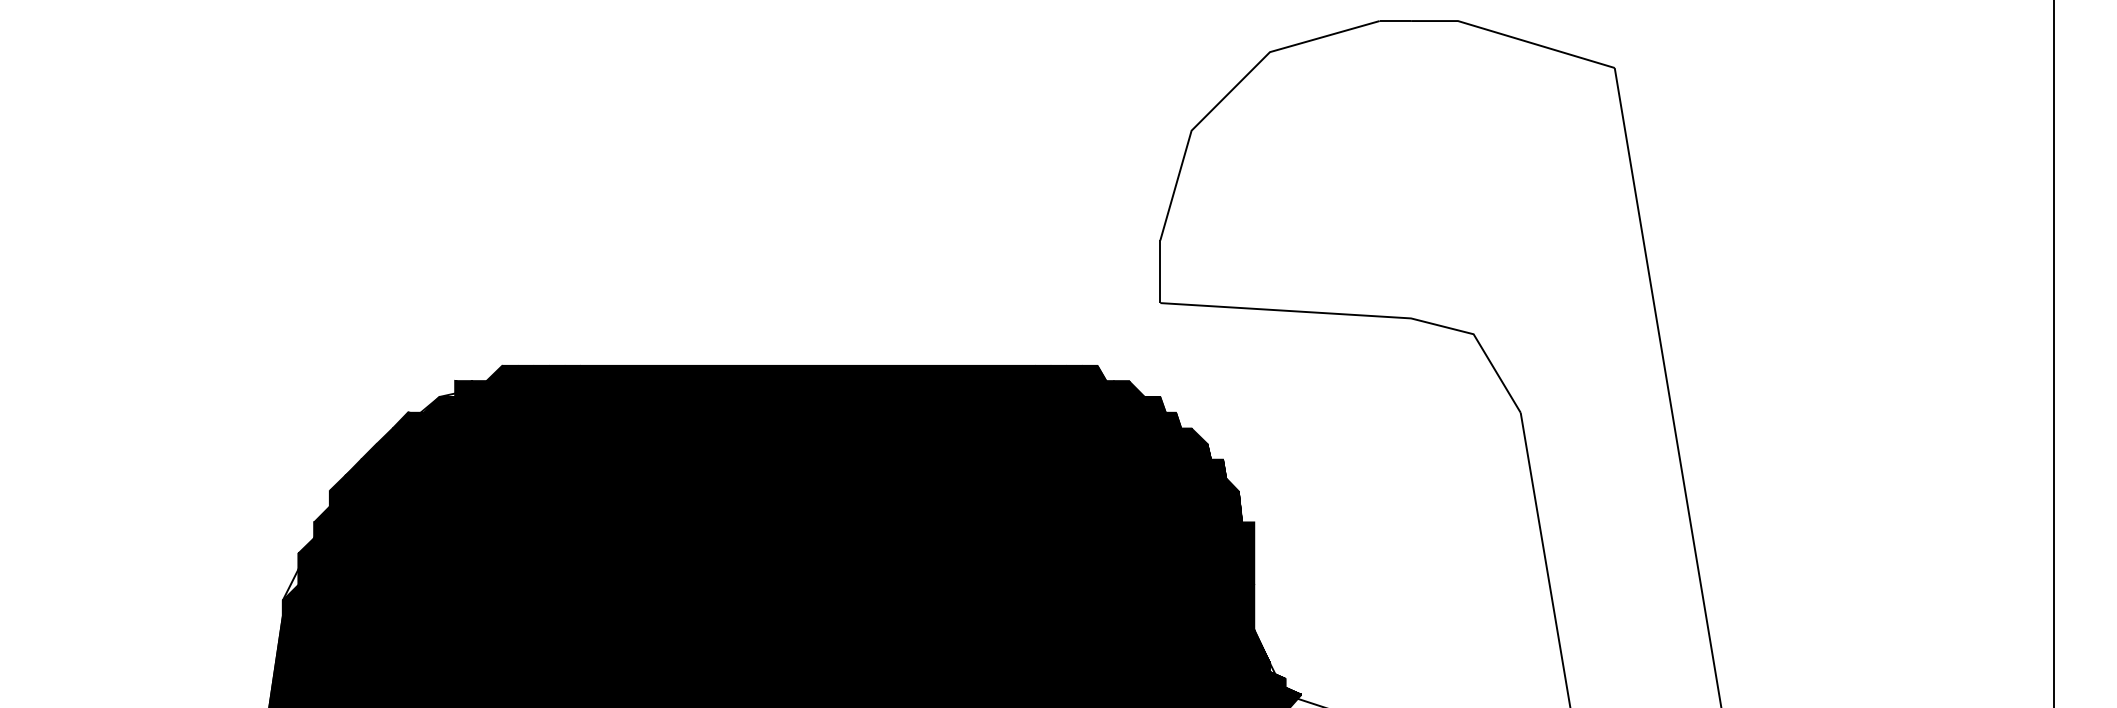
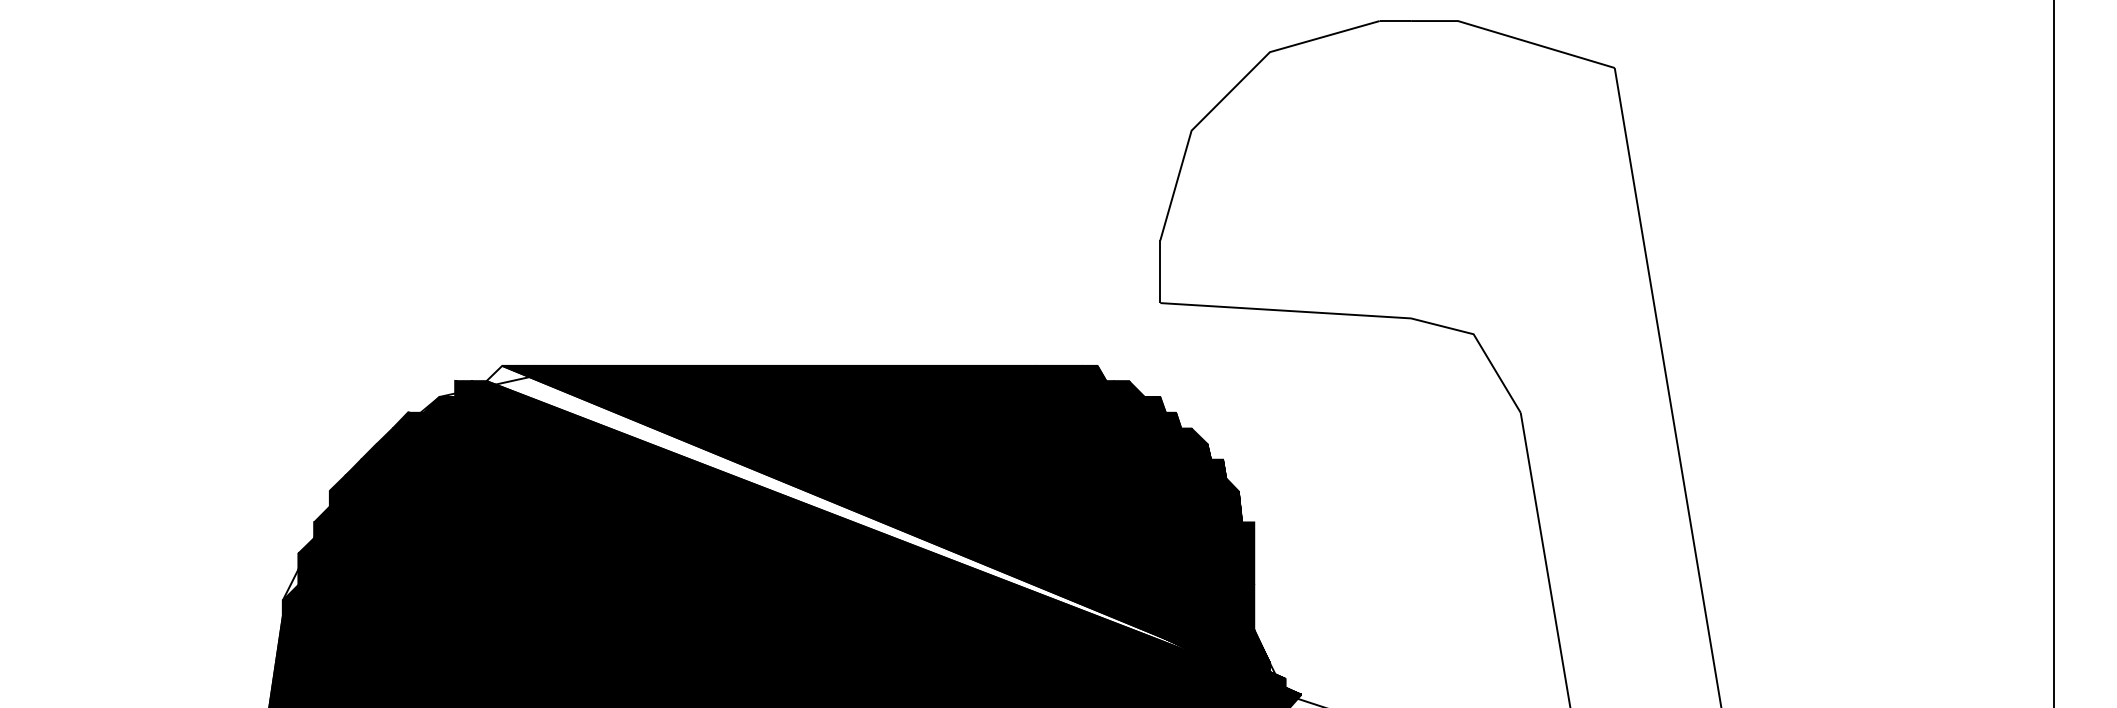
fill at (893, 529): present -> none
